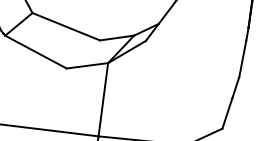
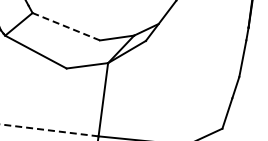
line at (65, 26): solid -> dashed
line at (49, 130): solid -> dashed
